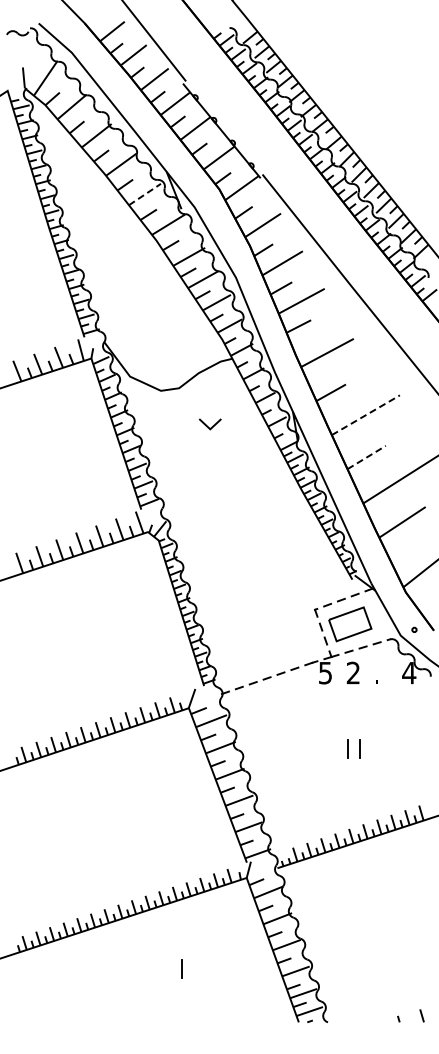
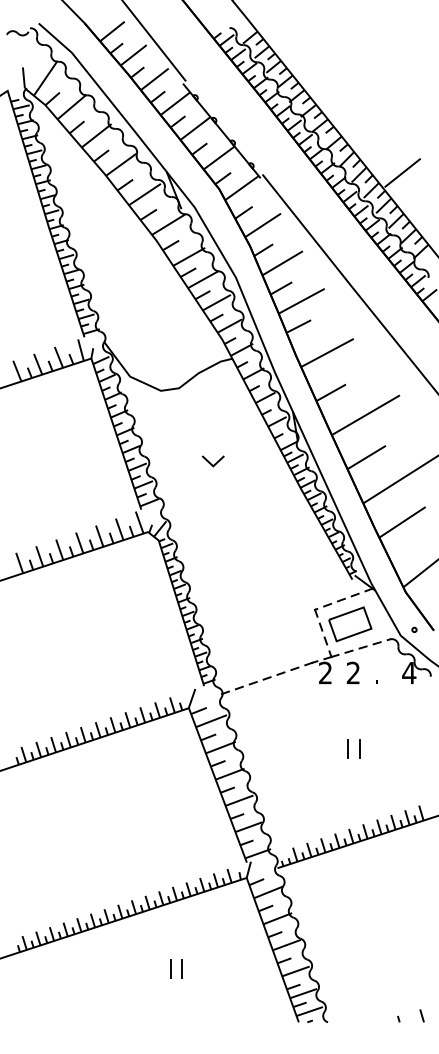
line at (402, 172): none -> present
line at (145, 194): dashed -> solid
line at (366, 414): dashed -> solid
line at (207, 425) position: (207, 425) -> (210, 462)
line at (367, 457): dashed -> solid
text at (325, 672): 5 -> 2
line at (170, 968): none -> present
